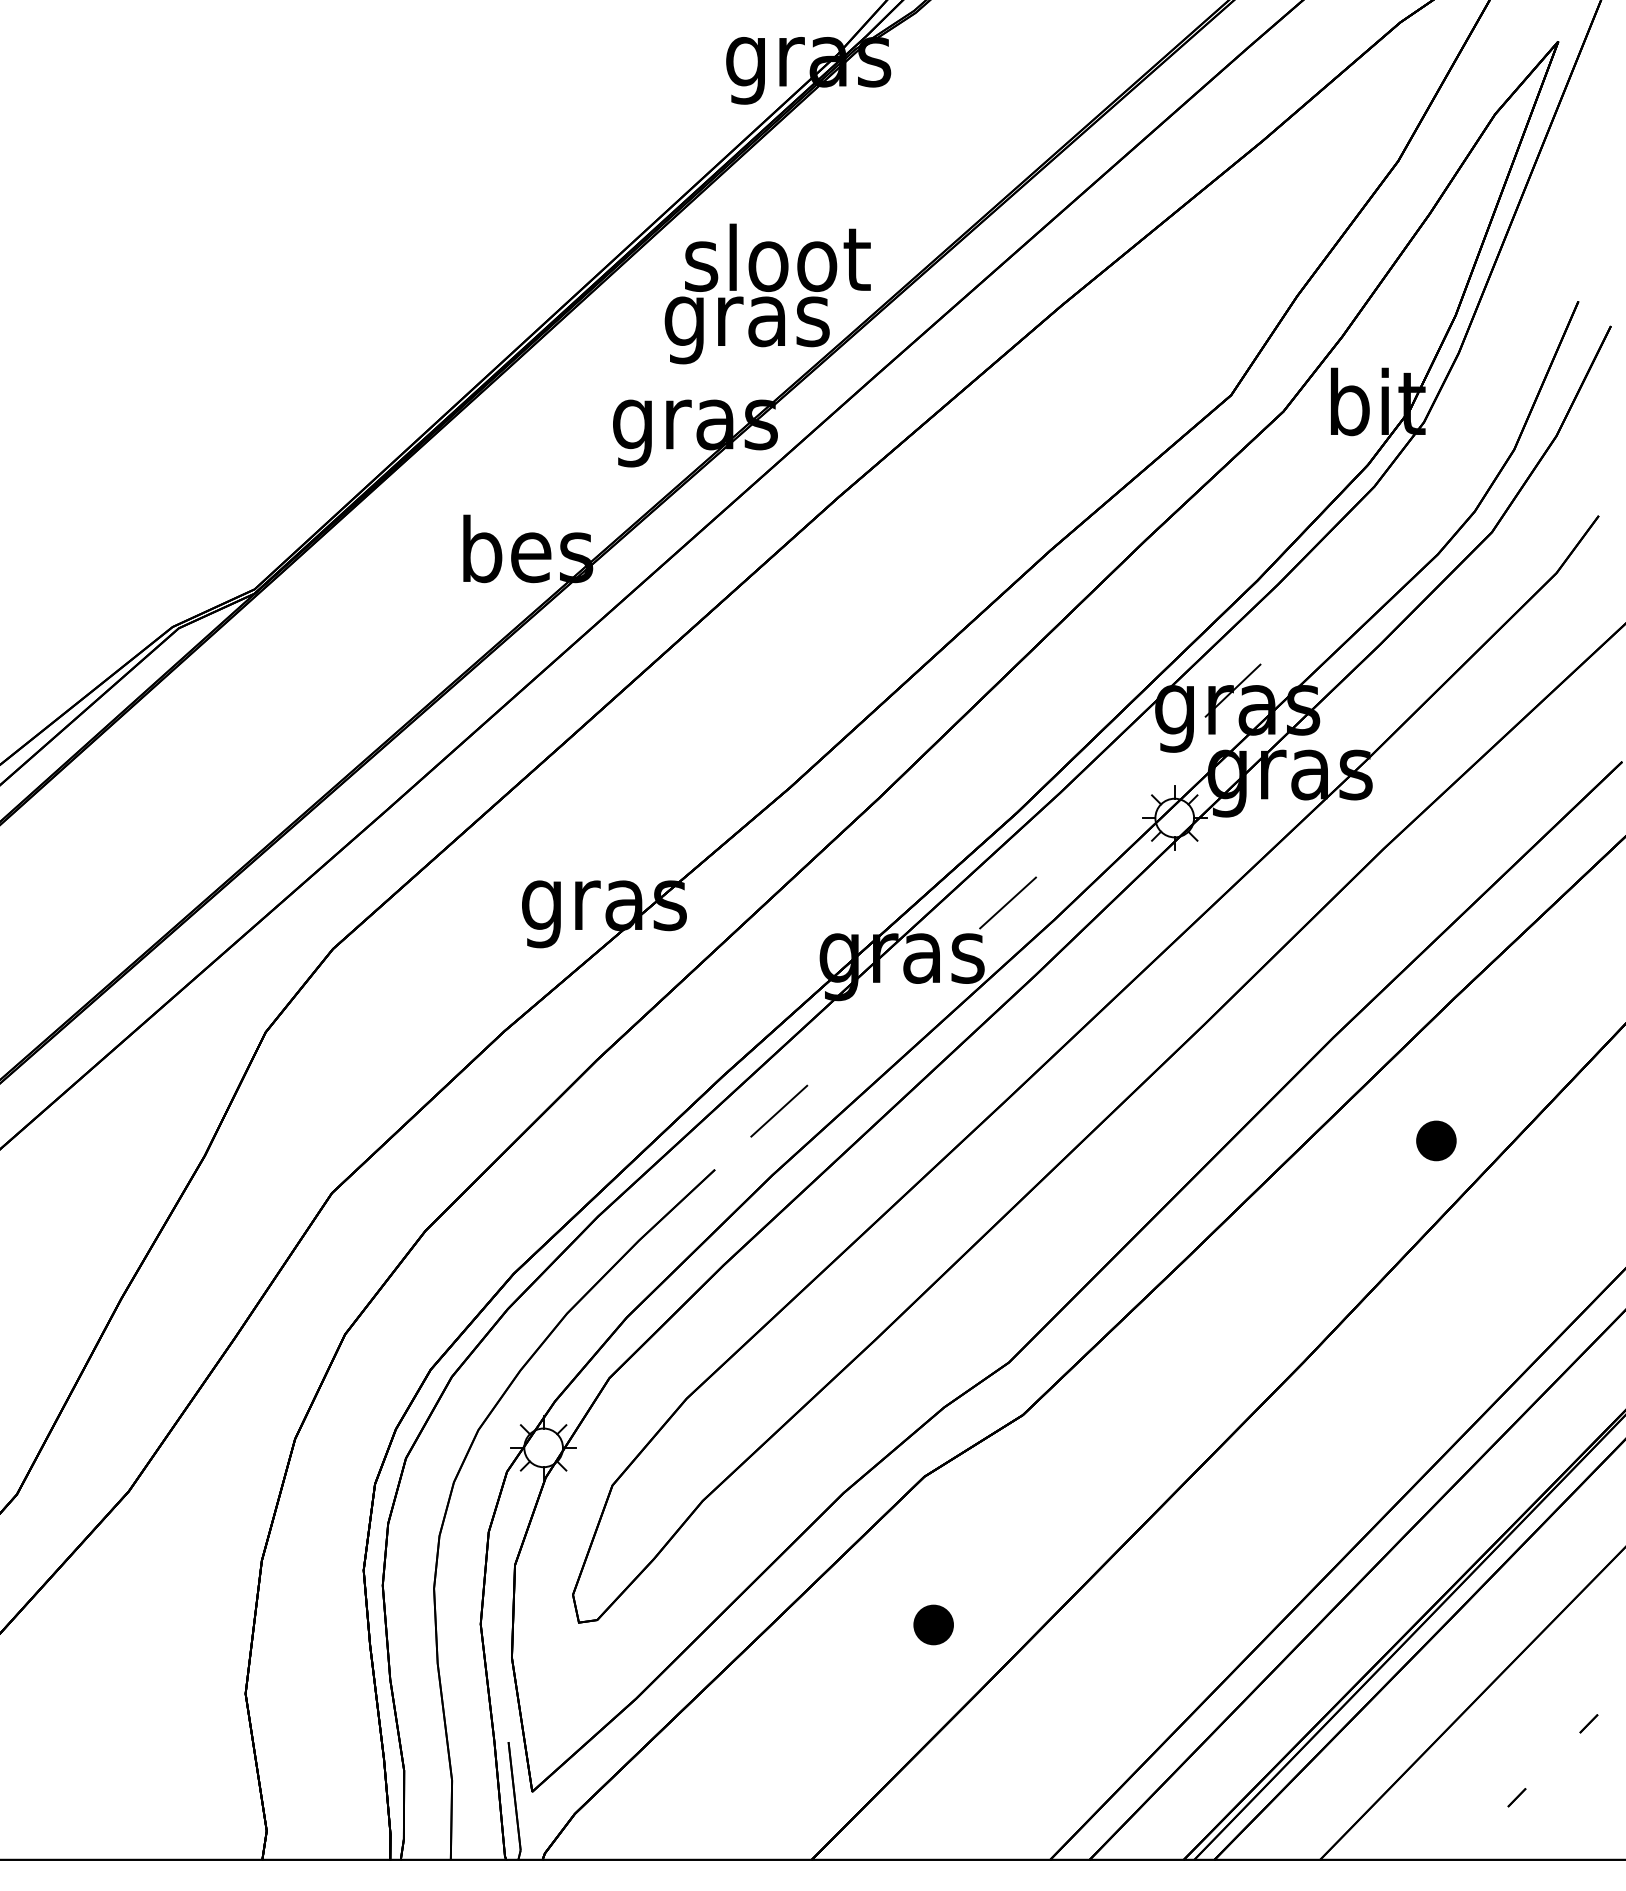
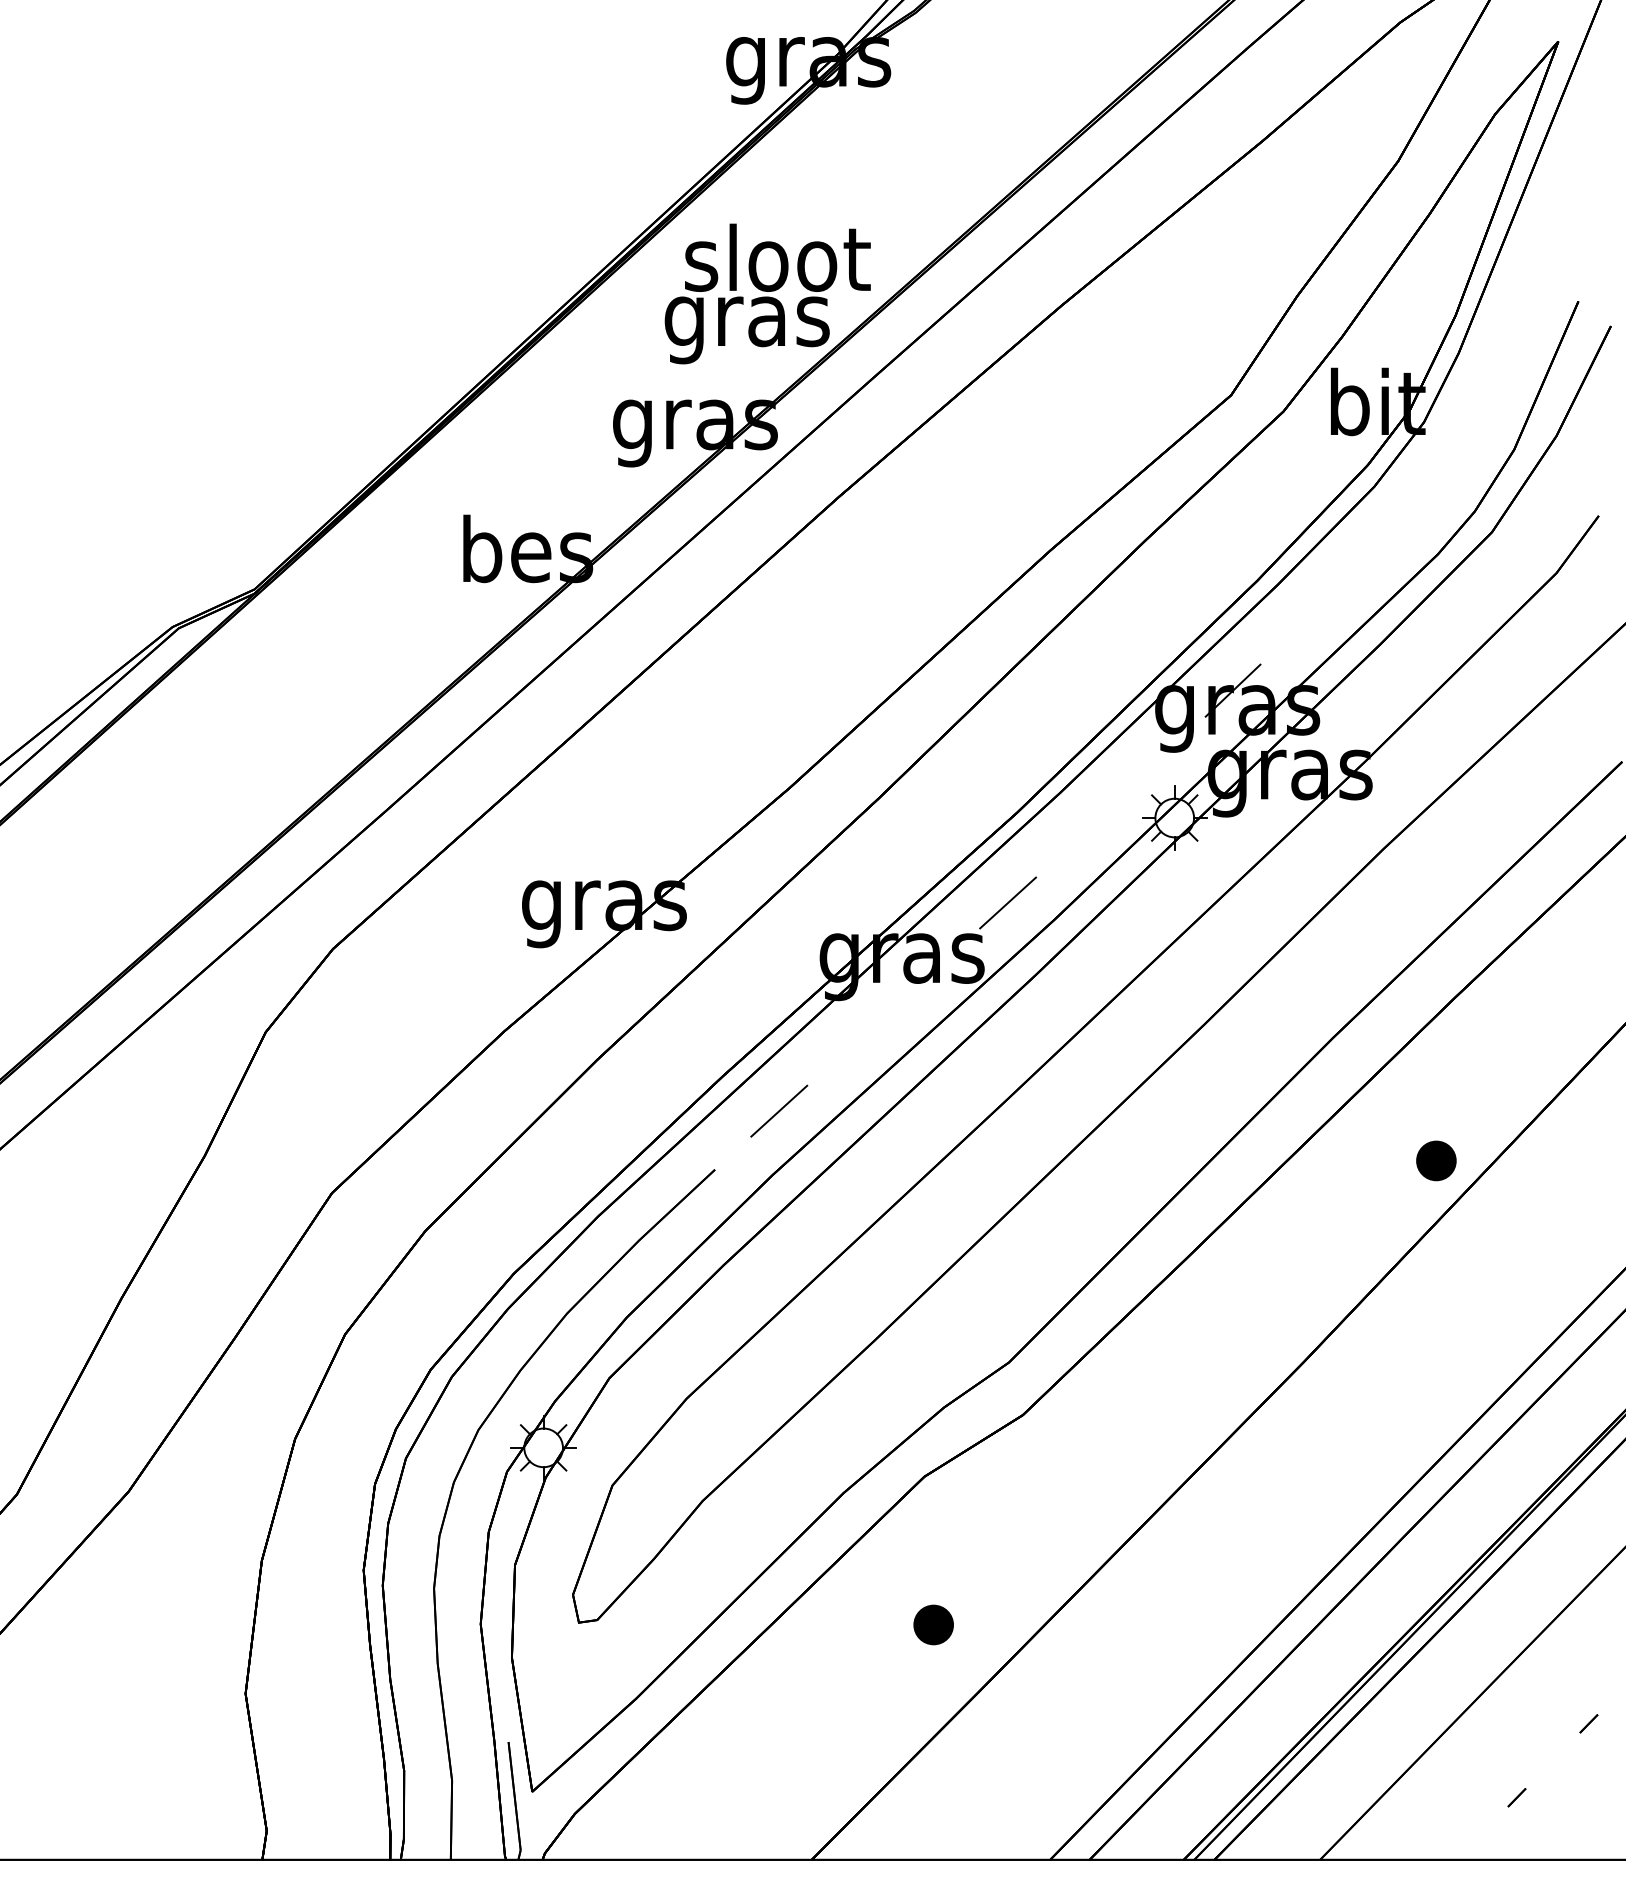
part at (1436, 1140) position: (1436, 1140) -> (1436, 1160)
